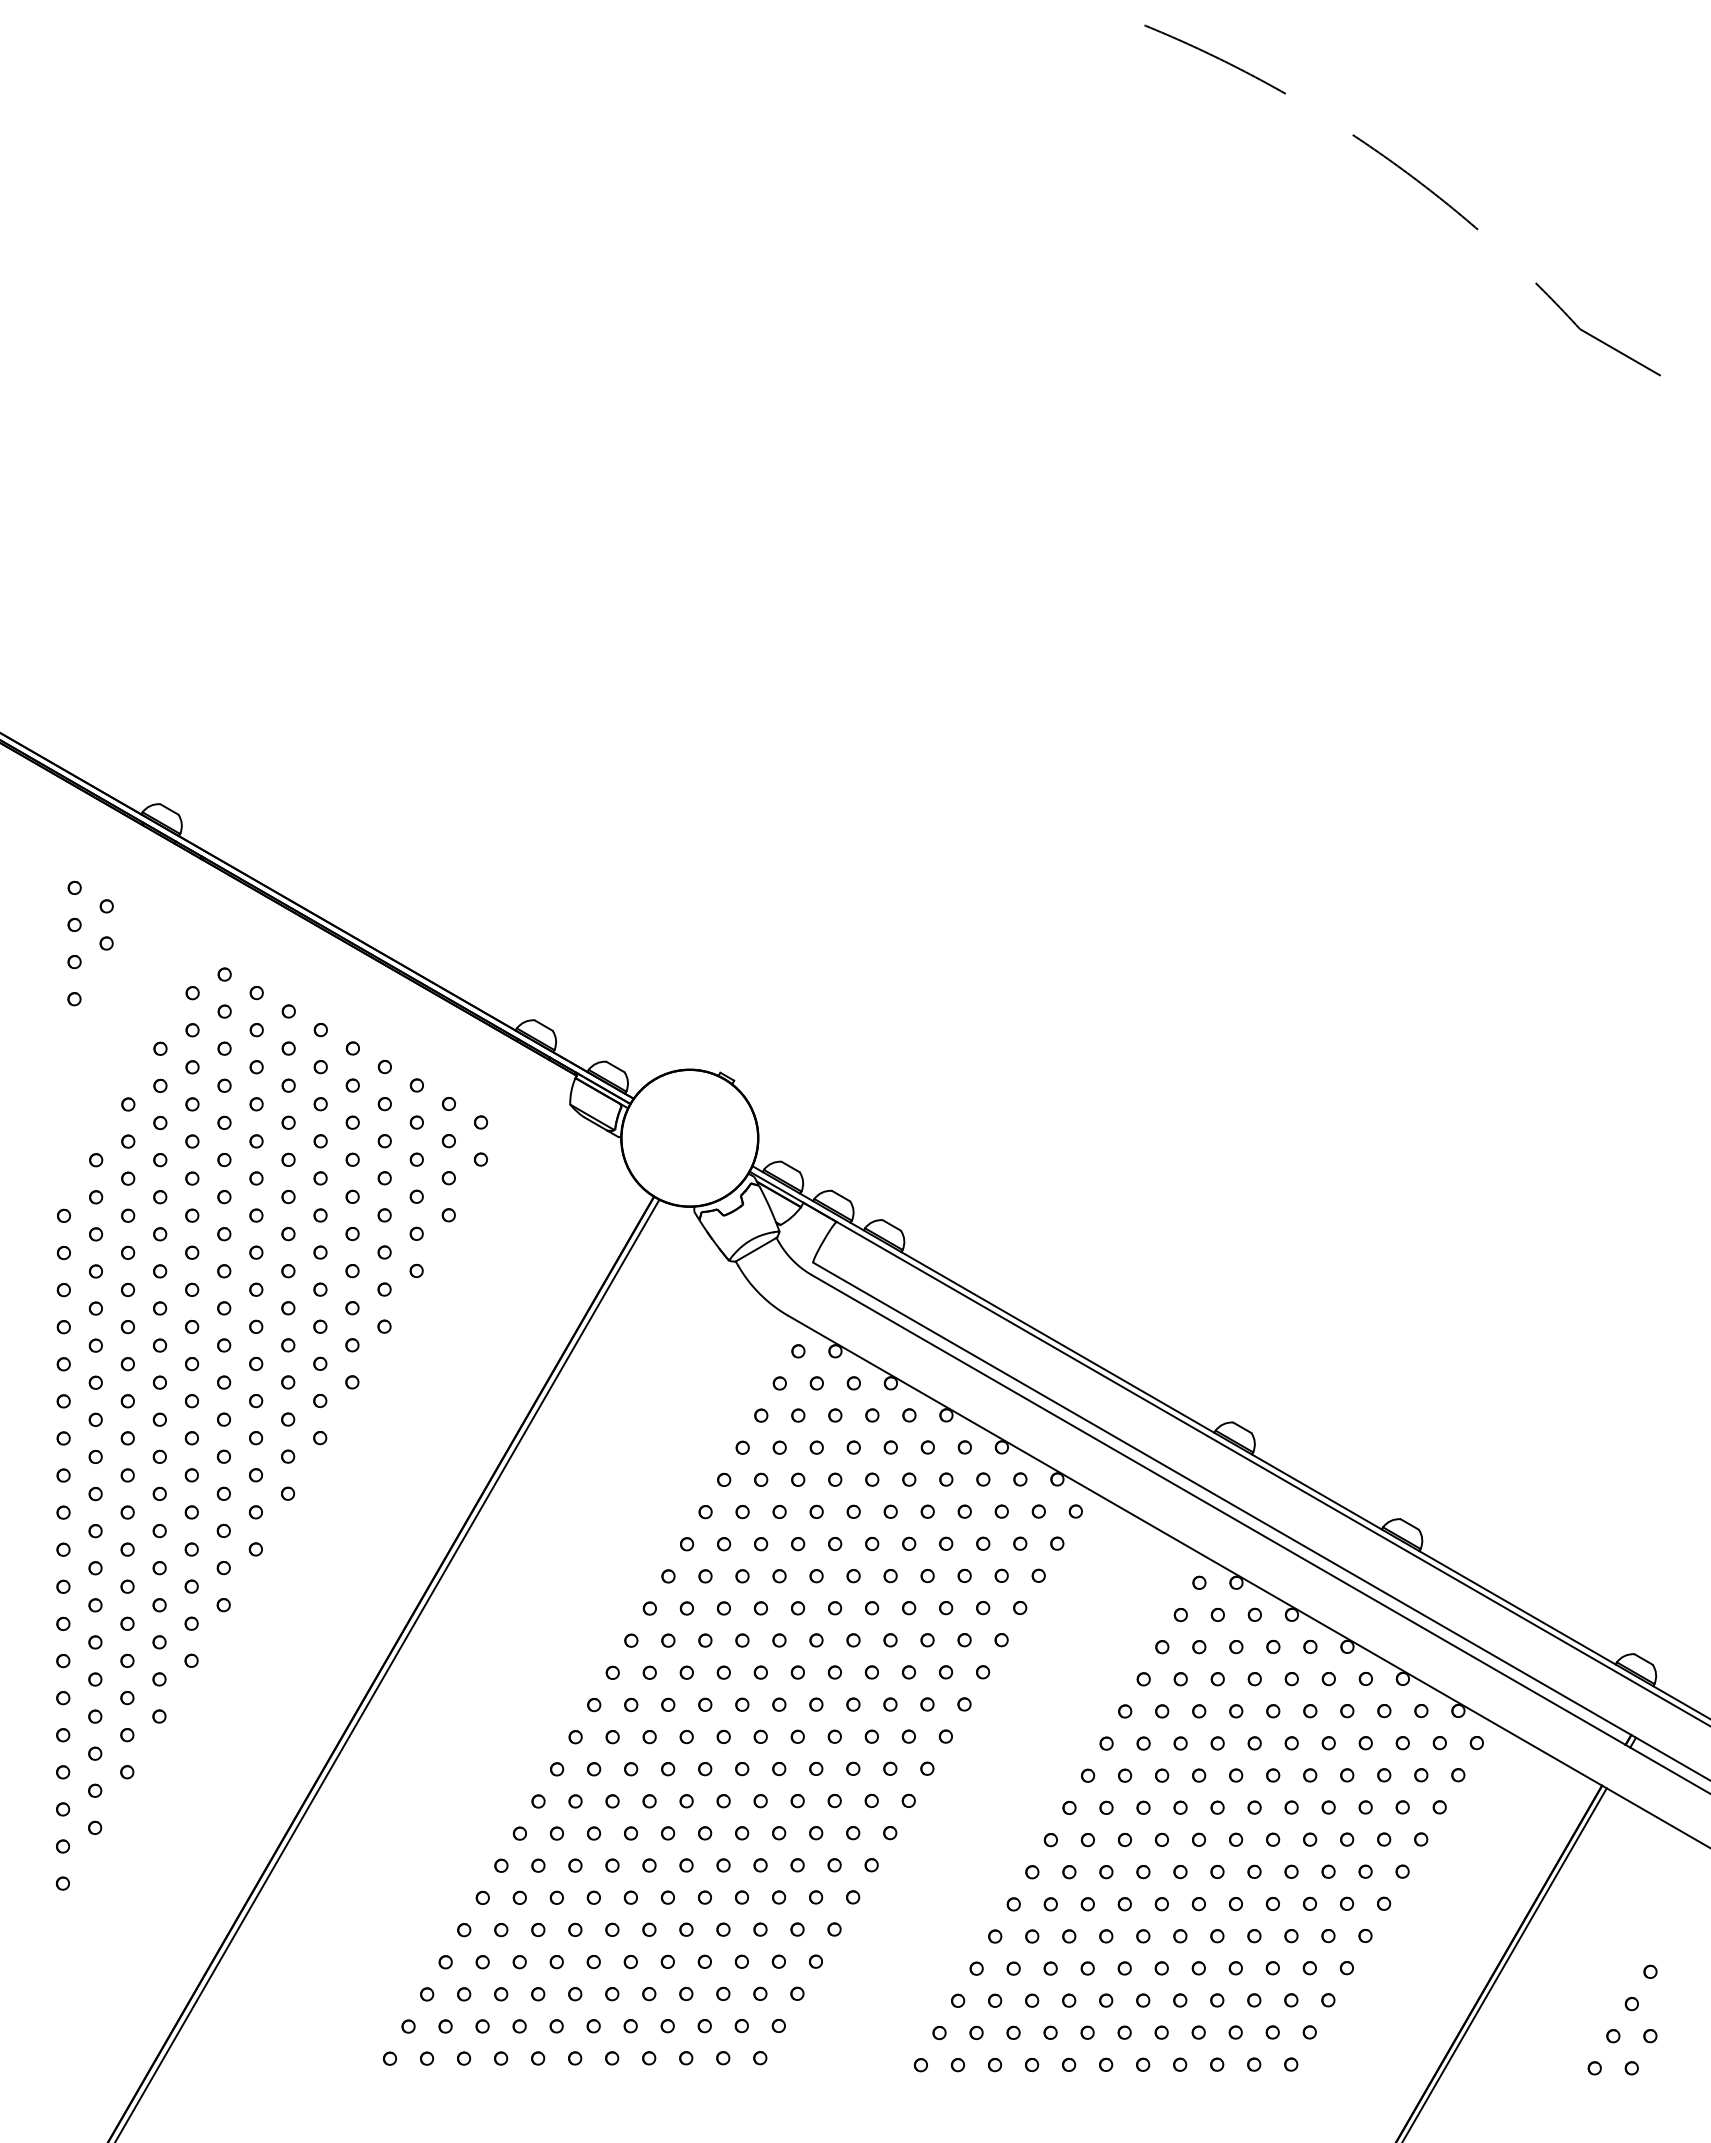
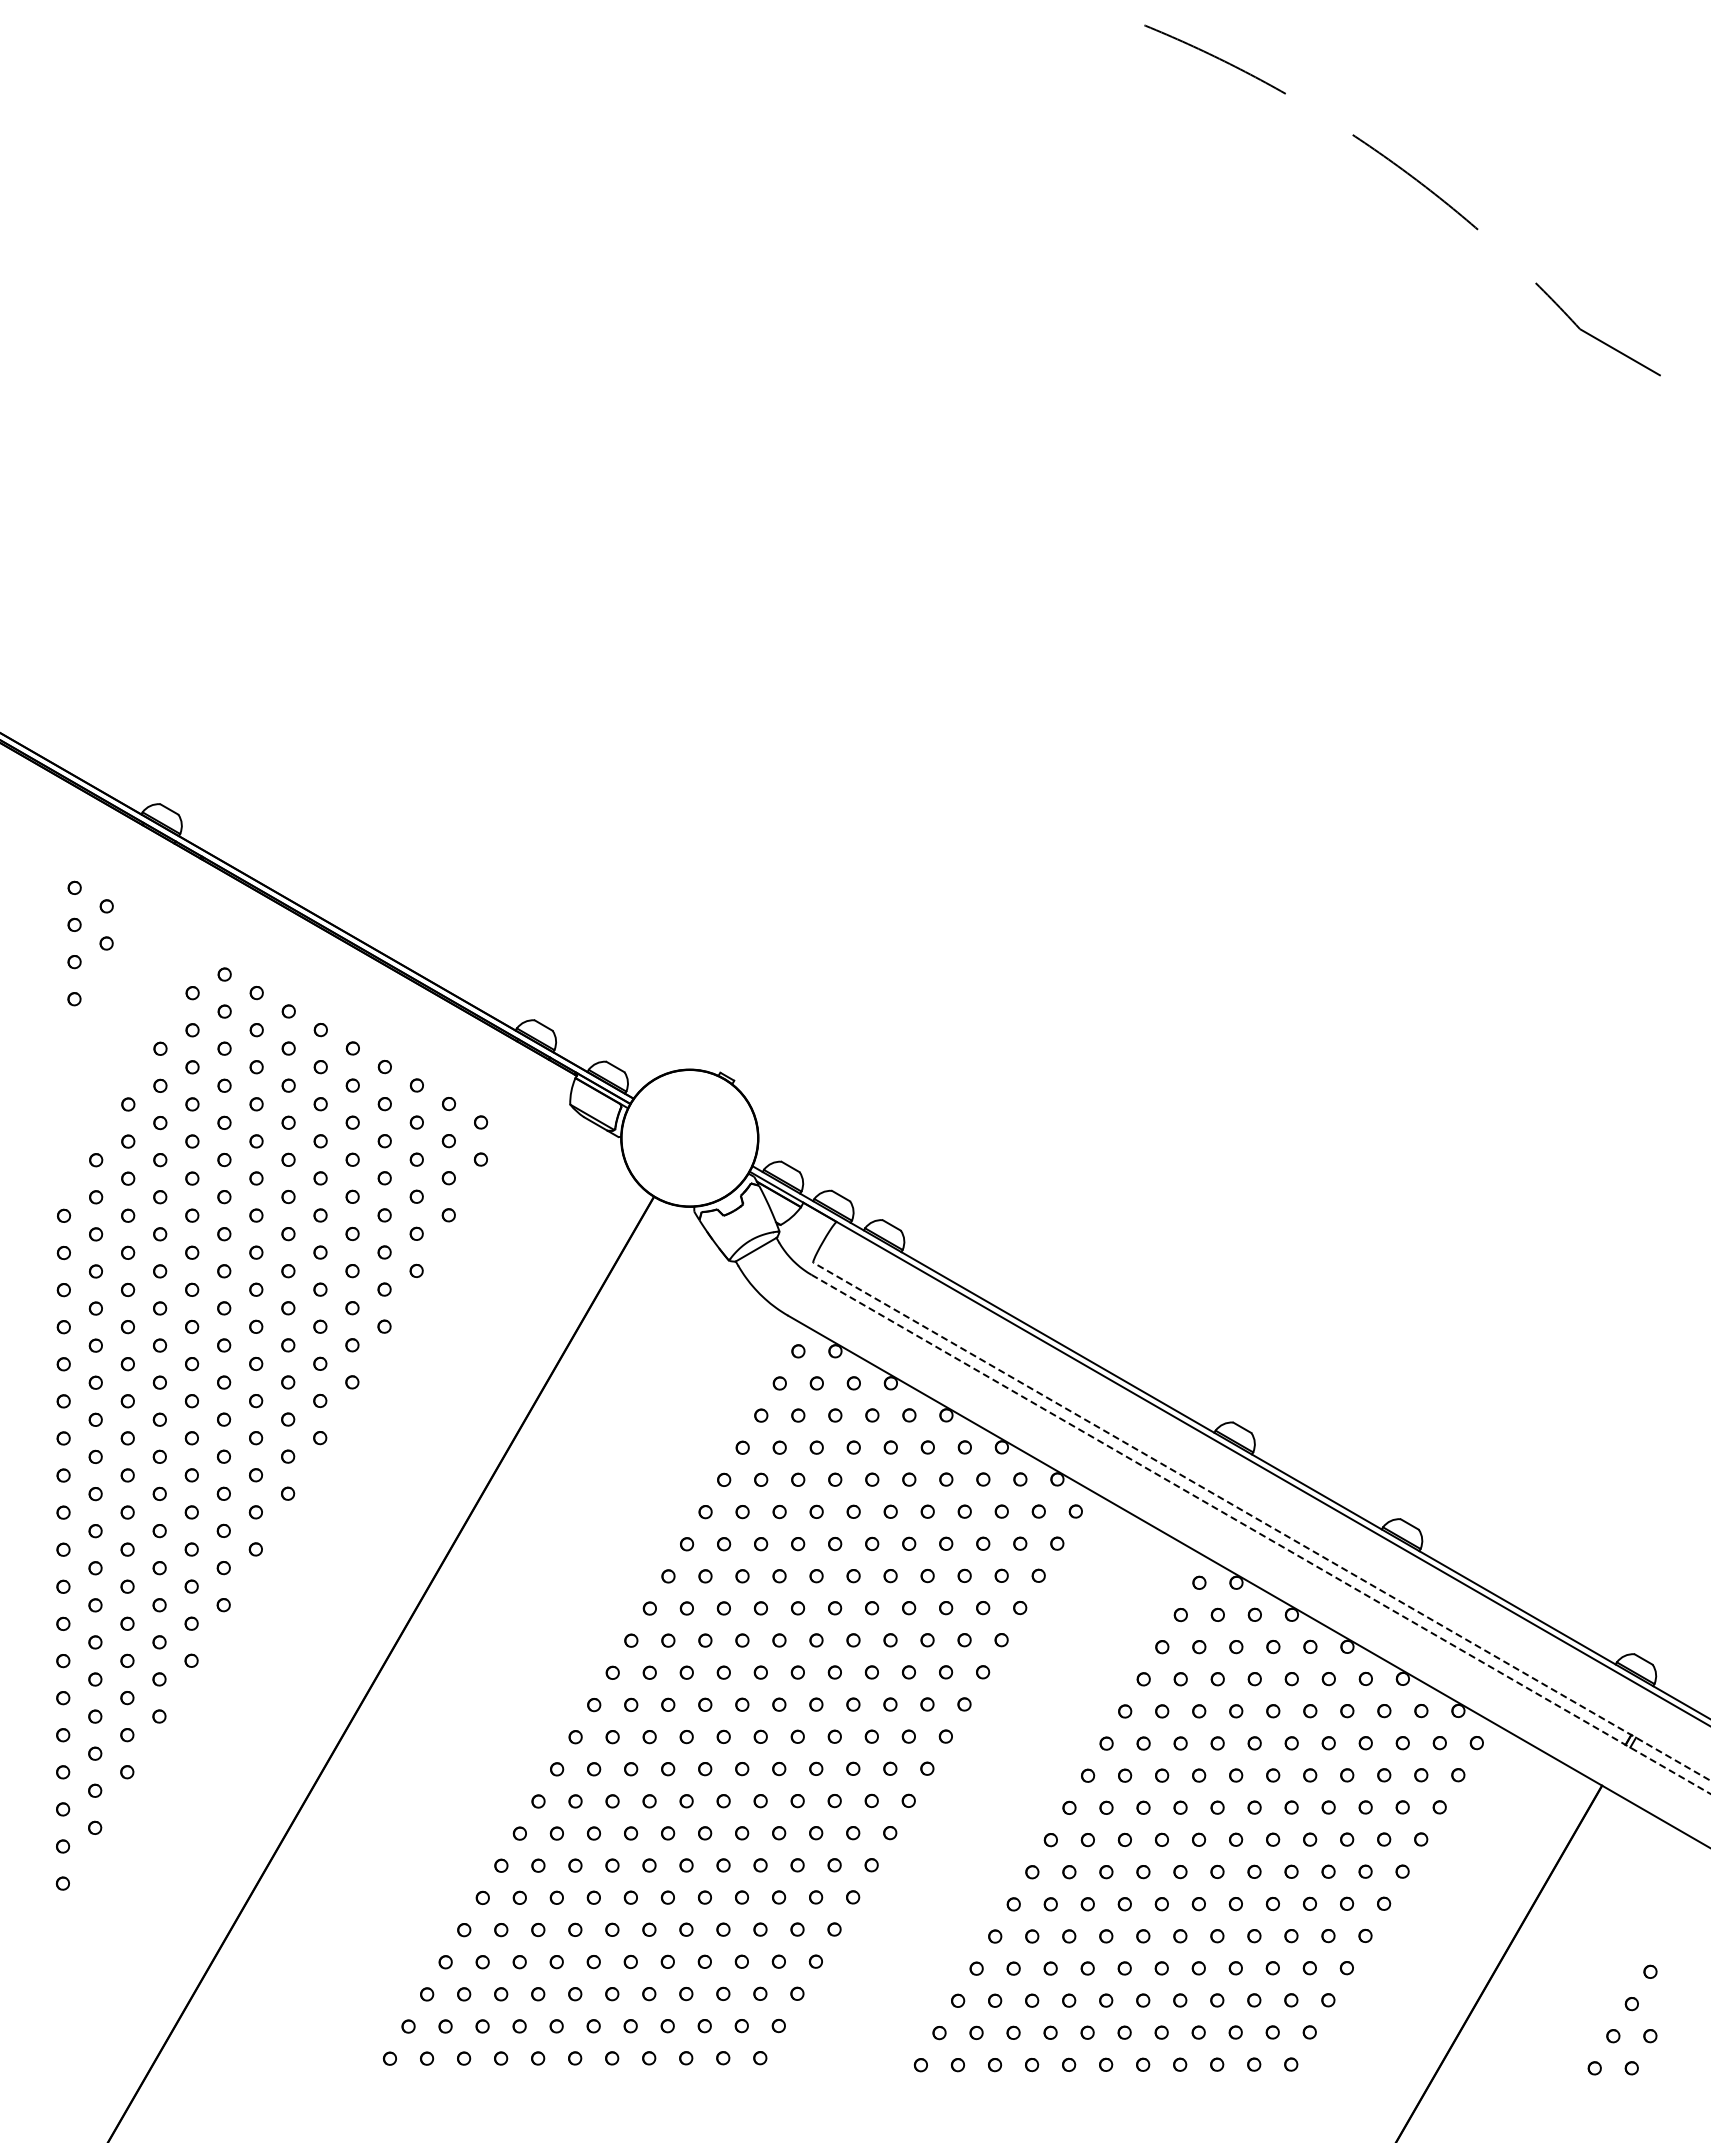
line at (1261, 1521): solid -> dashed
line at (1260, 1534): solid -> dashed
line at (387, 1669): present -> none
line at (1504, 1963): present -> none
